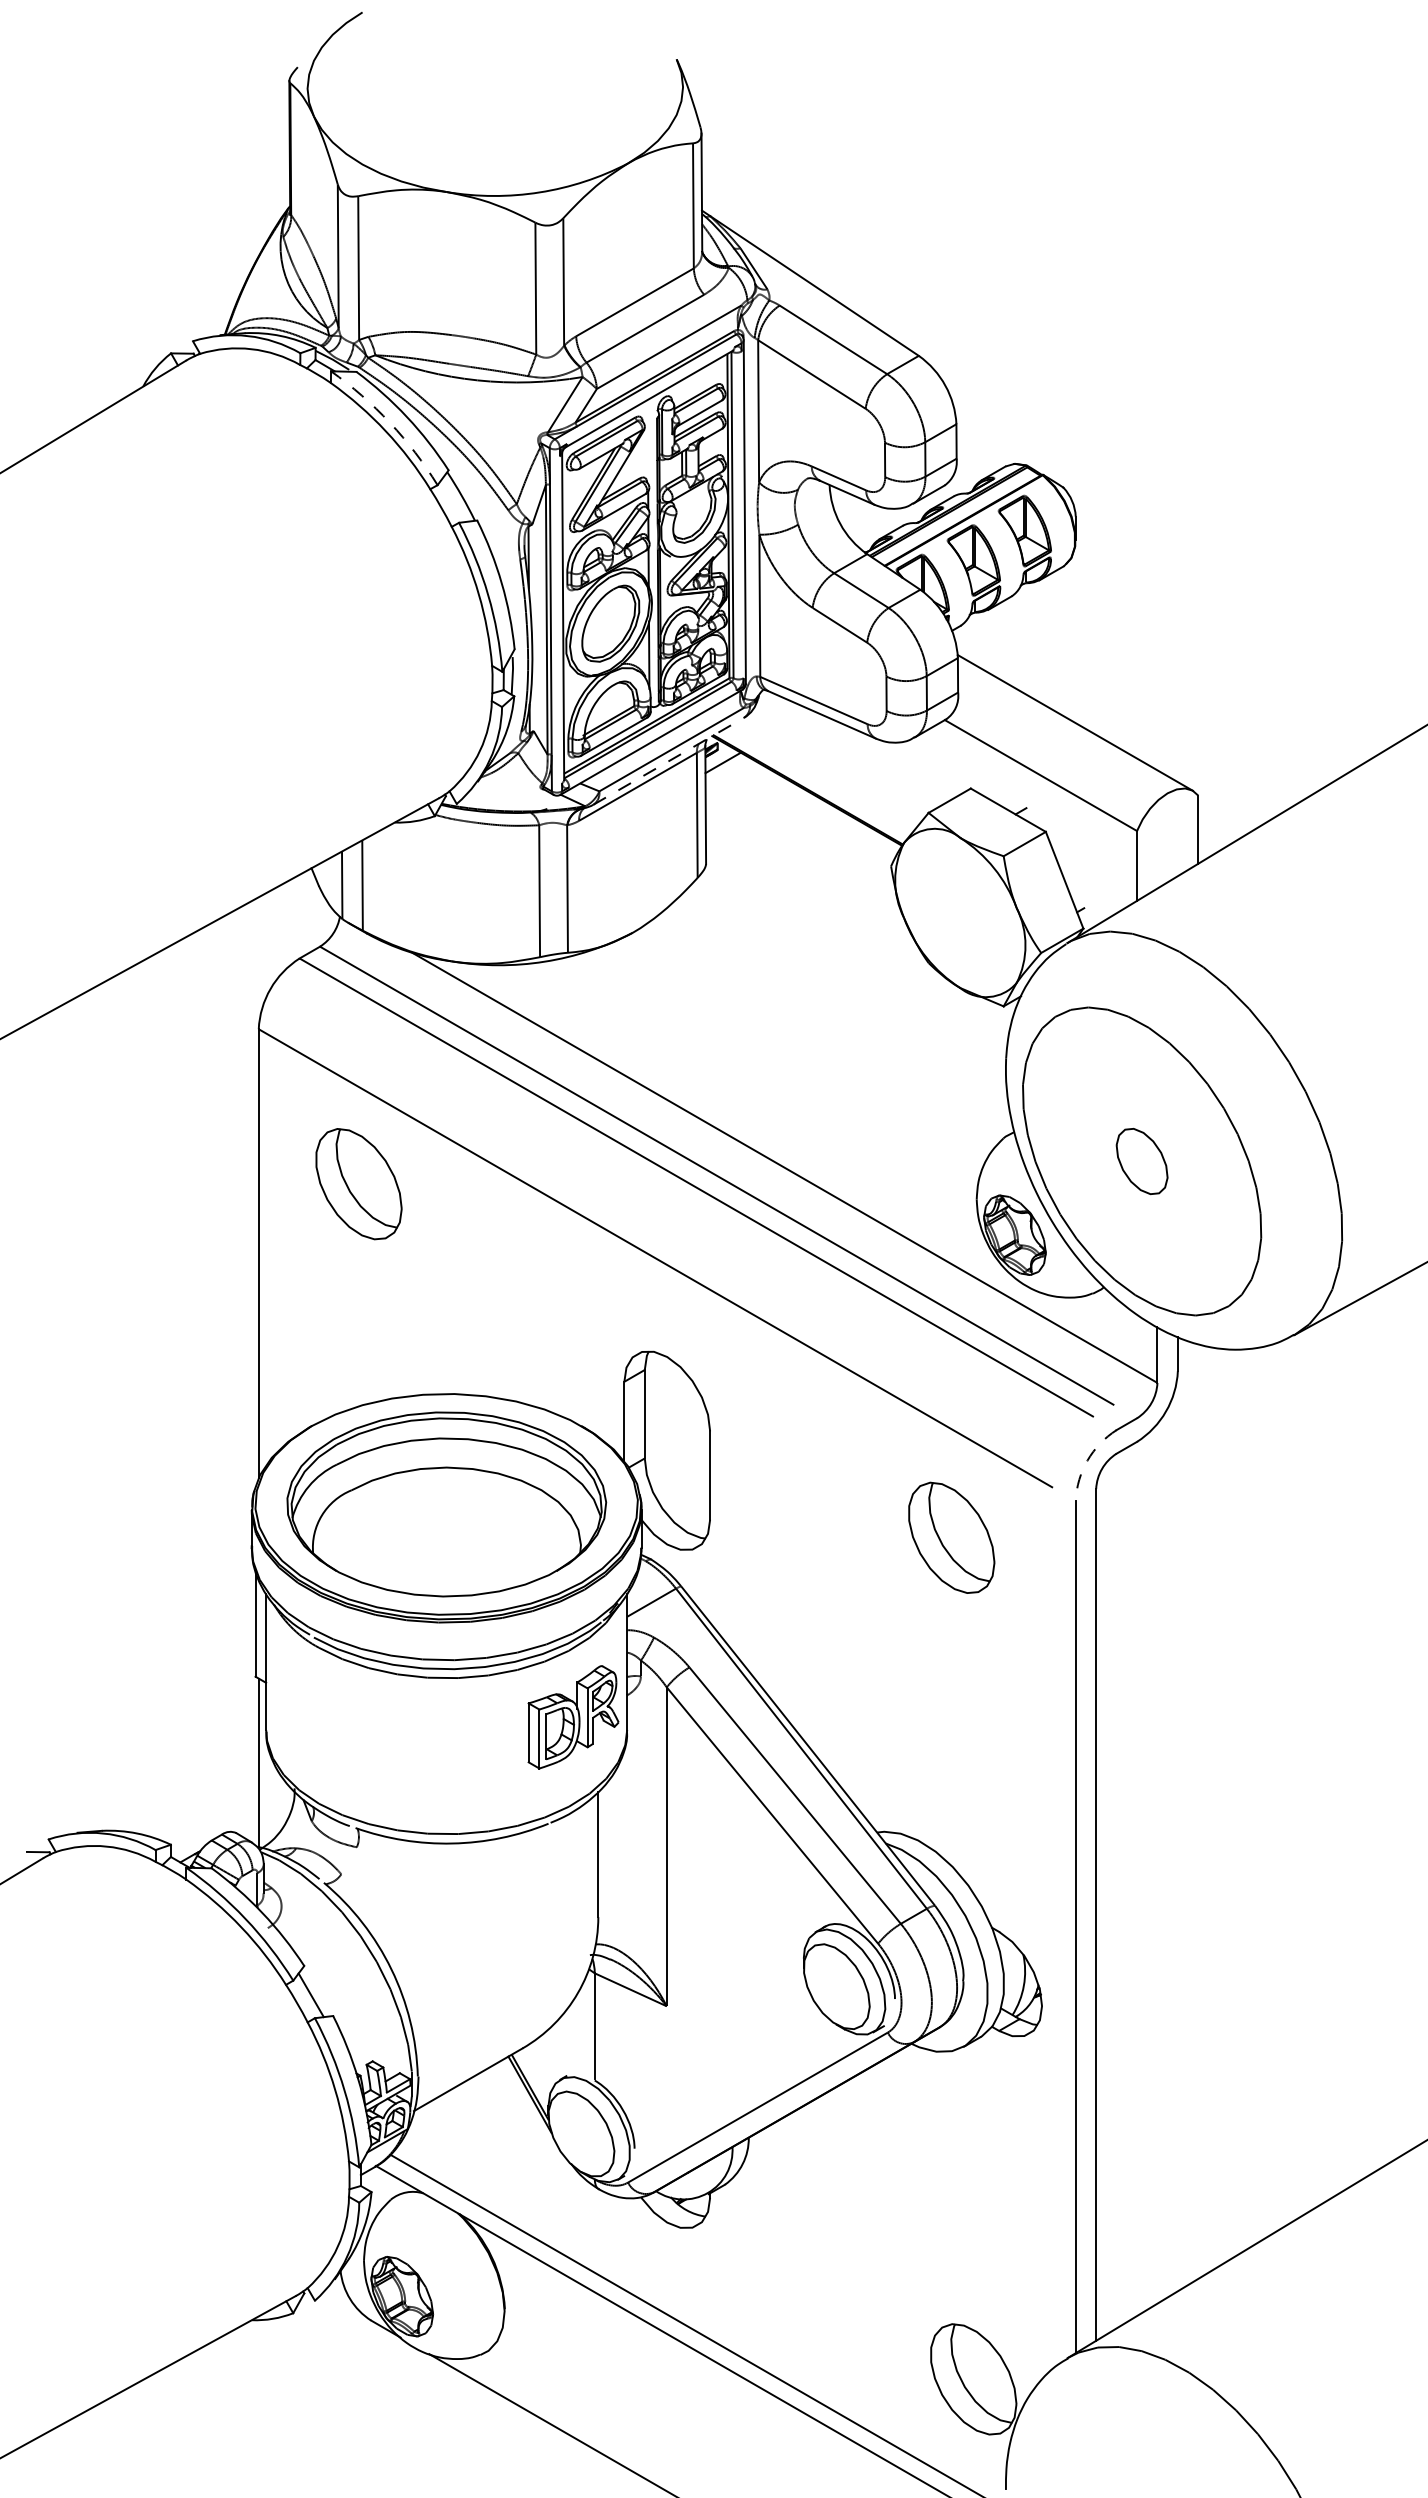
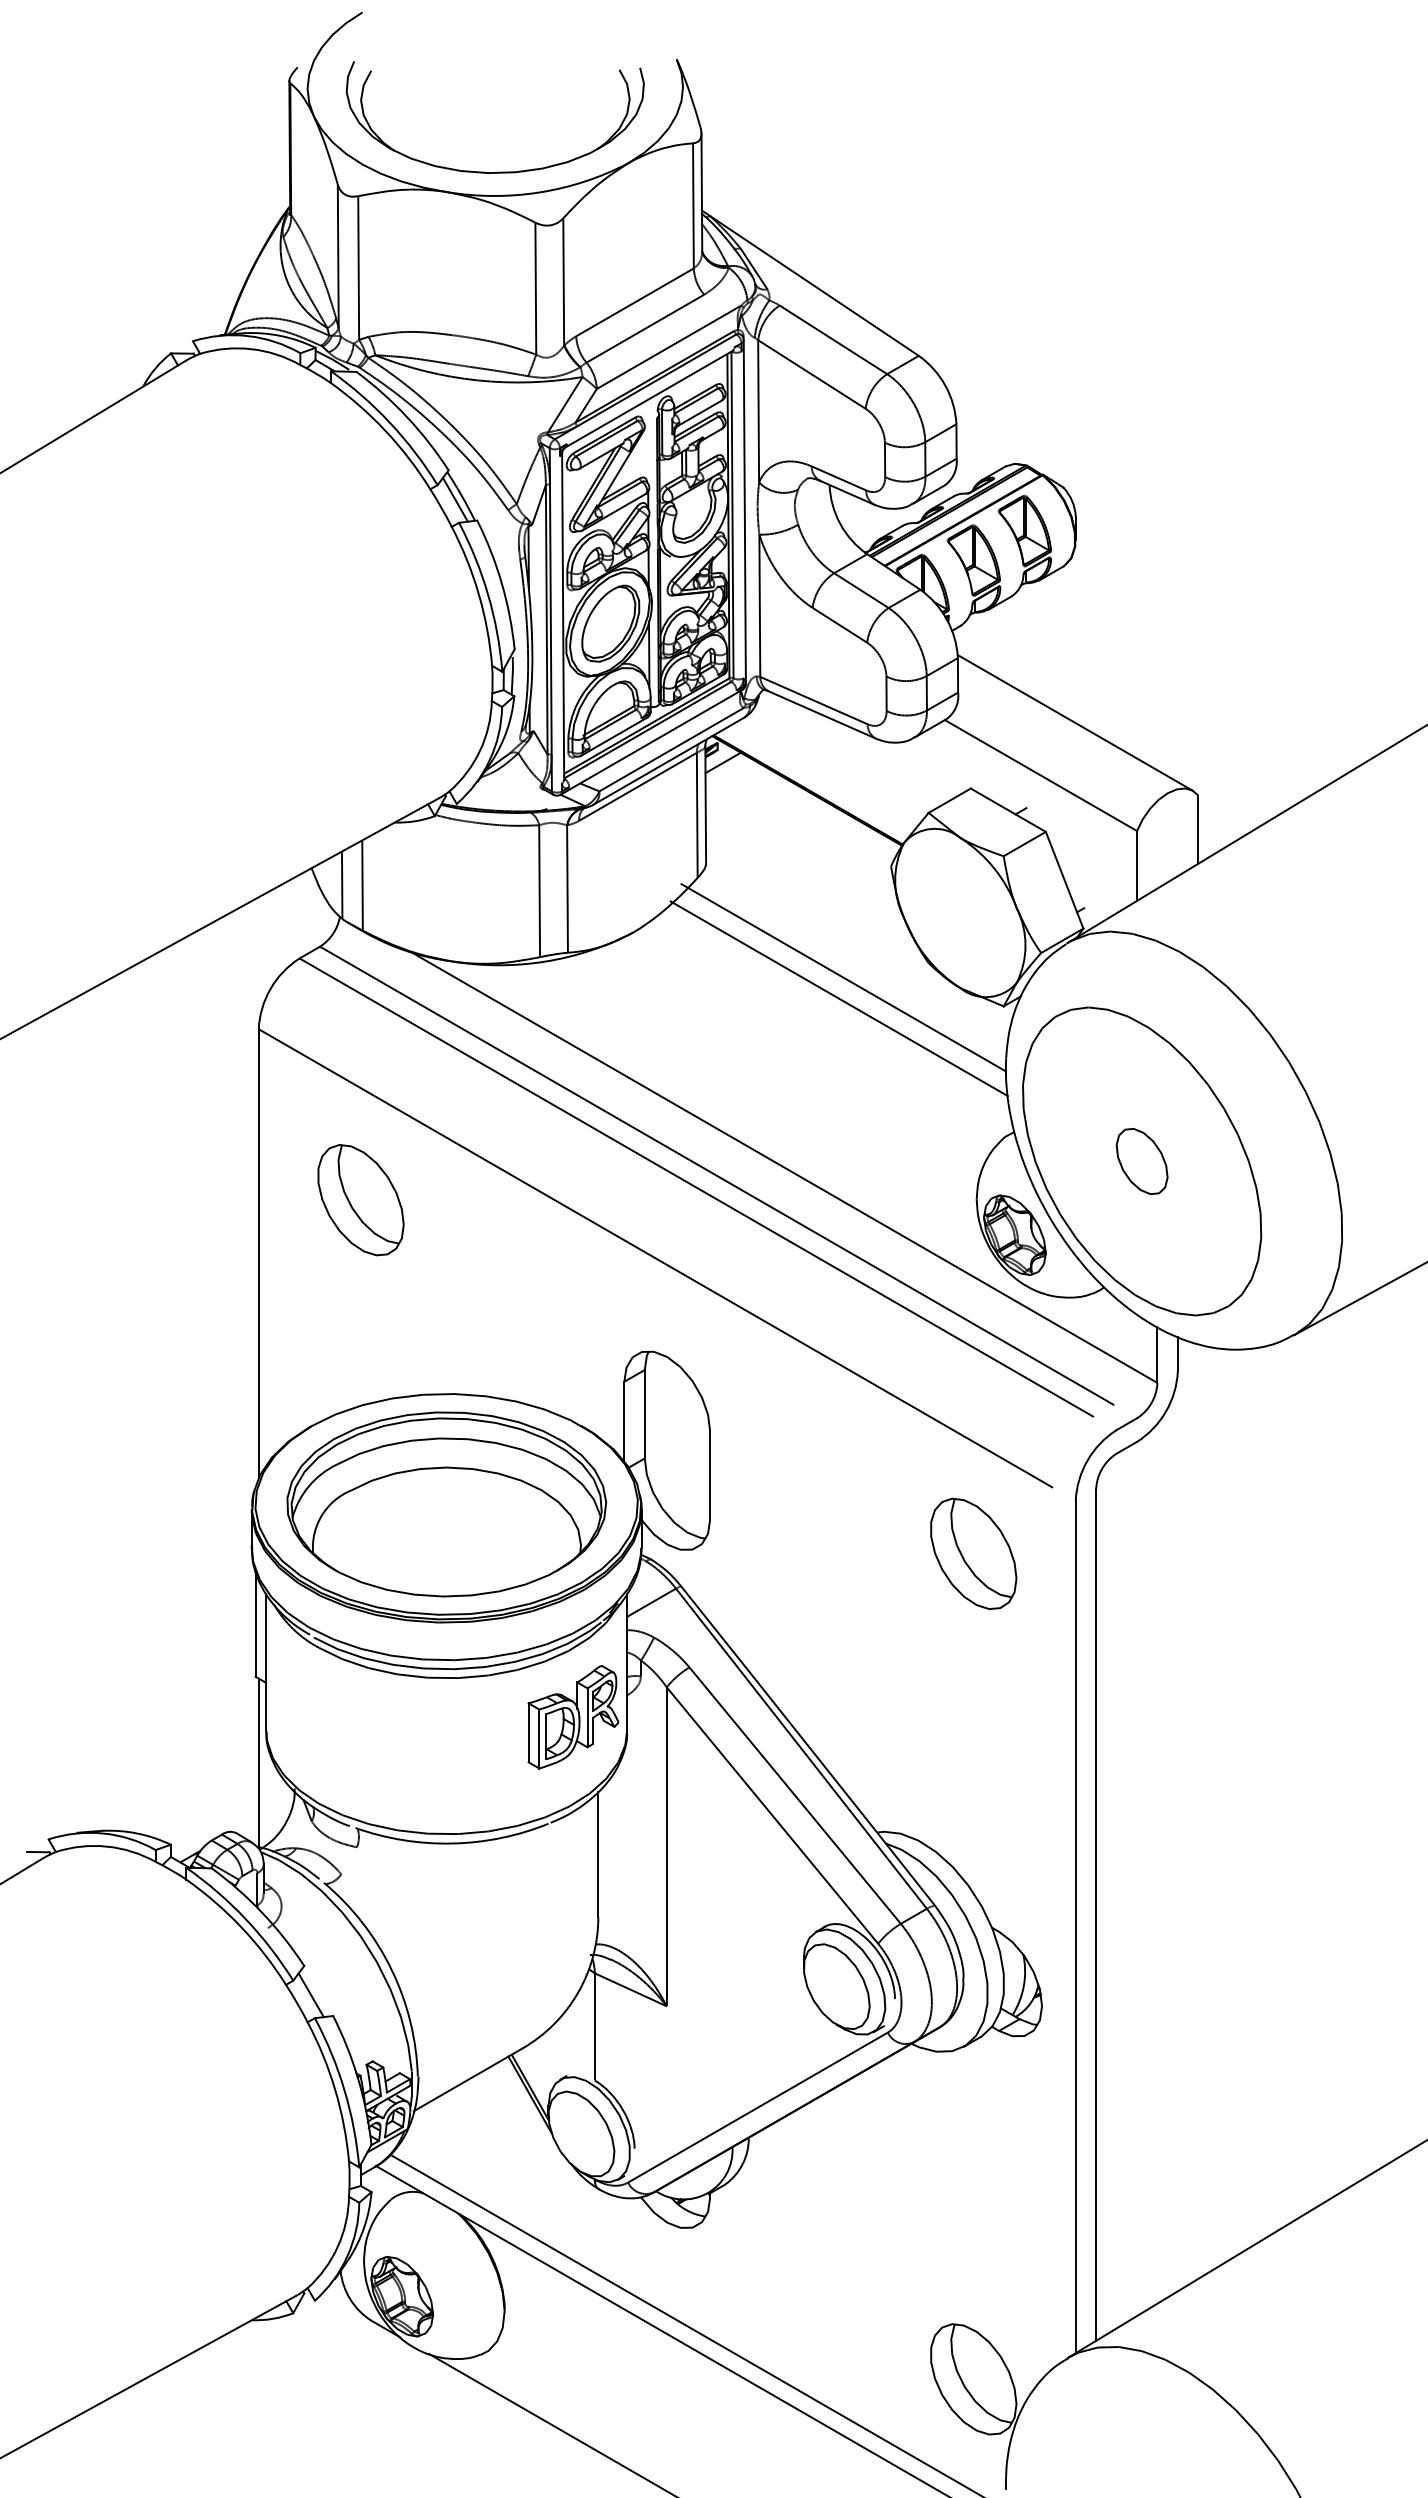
part at (497, 171): none -> present
arc at (390, 422): dashed -> solid
line at (454, 499): none -> present
line at (668, 761): dashed -> solid
line at (843, 977): none -> present
line at (838, 998): none -> present
part at (358, 1184) position: (358, 1184) -> (360, 1200)
arc at (1087, 1460): dashed -> solid
part at (951, 1537) position: (951, 1537) -> (973, 1553)
